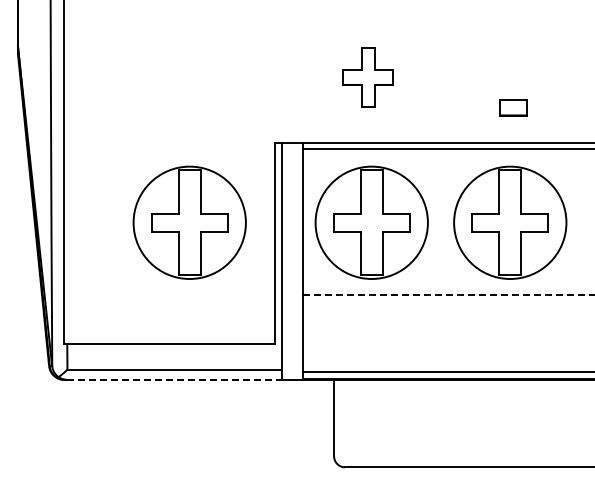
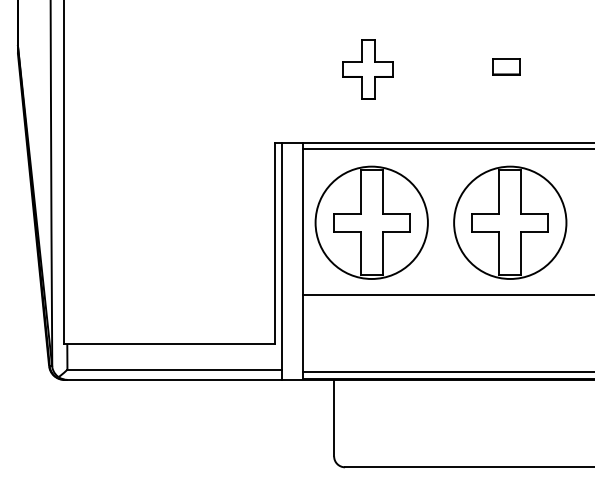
part at (367, 77) position: (367, 77) -> (367, 69)
part at (513, 107) position: (513, 107) -> (506, 66)
part at (189, 222): present -> none
line at (448, 294): dashed -> solid
line at (175, 379): dashed -> solid
